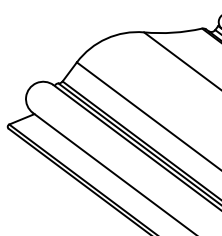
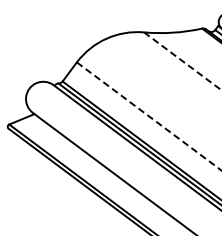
line at (183, 61): solid -> dashed
line at (149, 116): solid -> dashed
